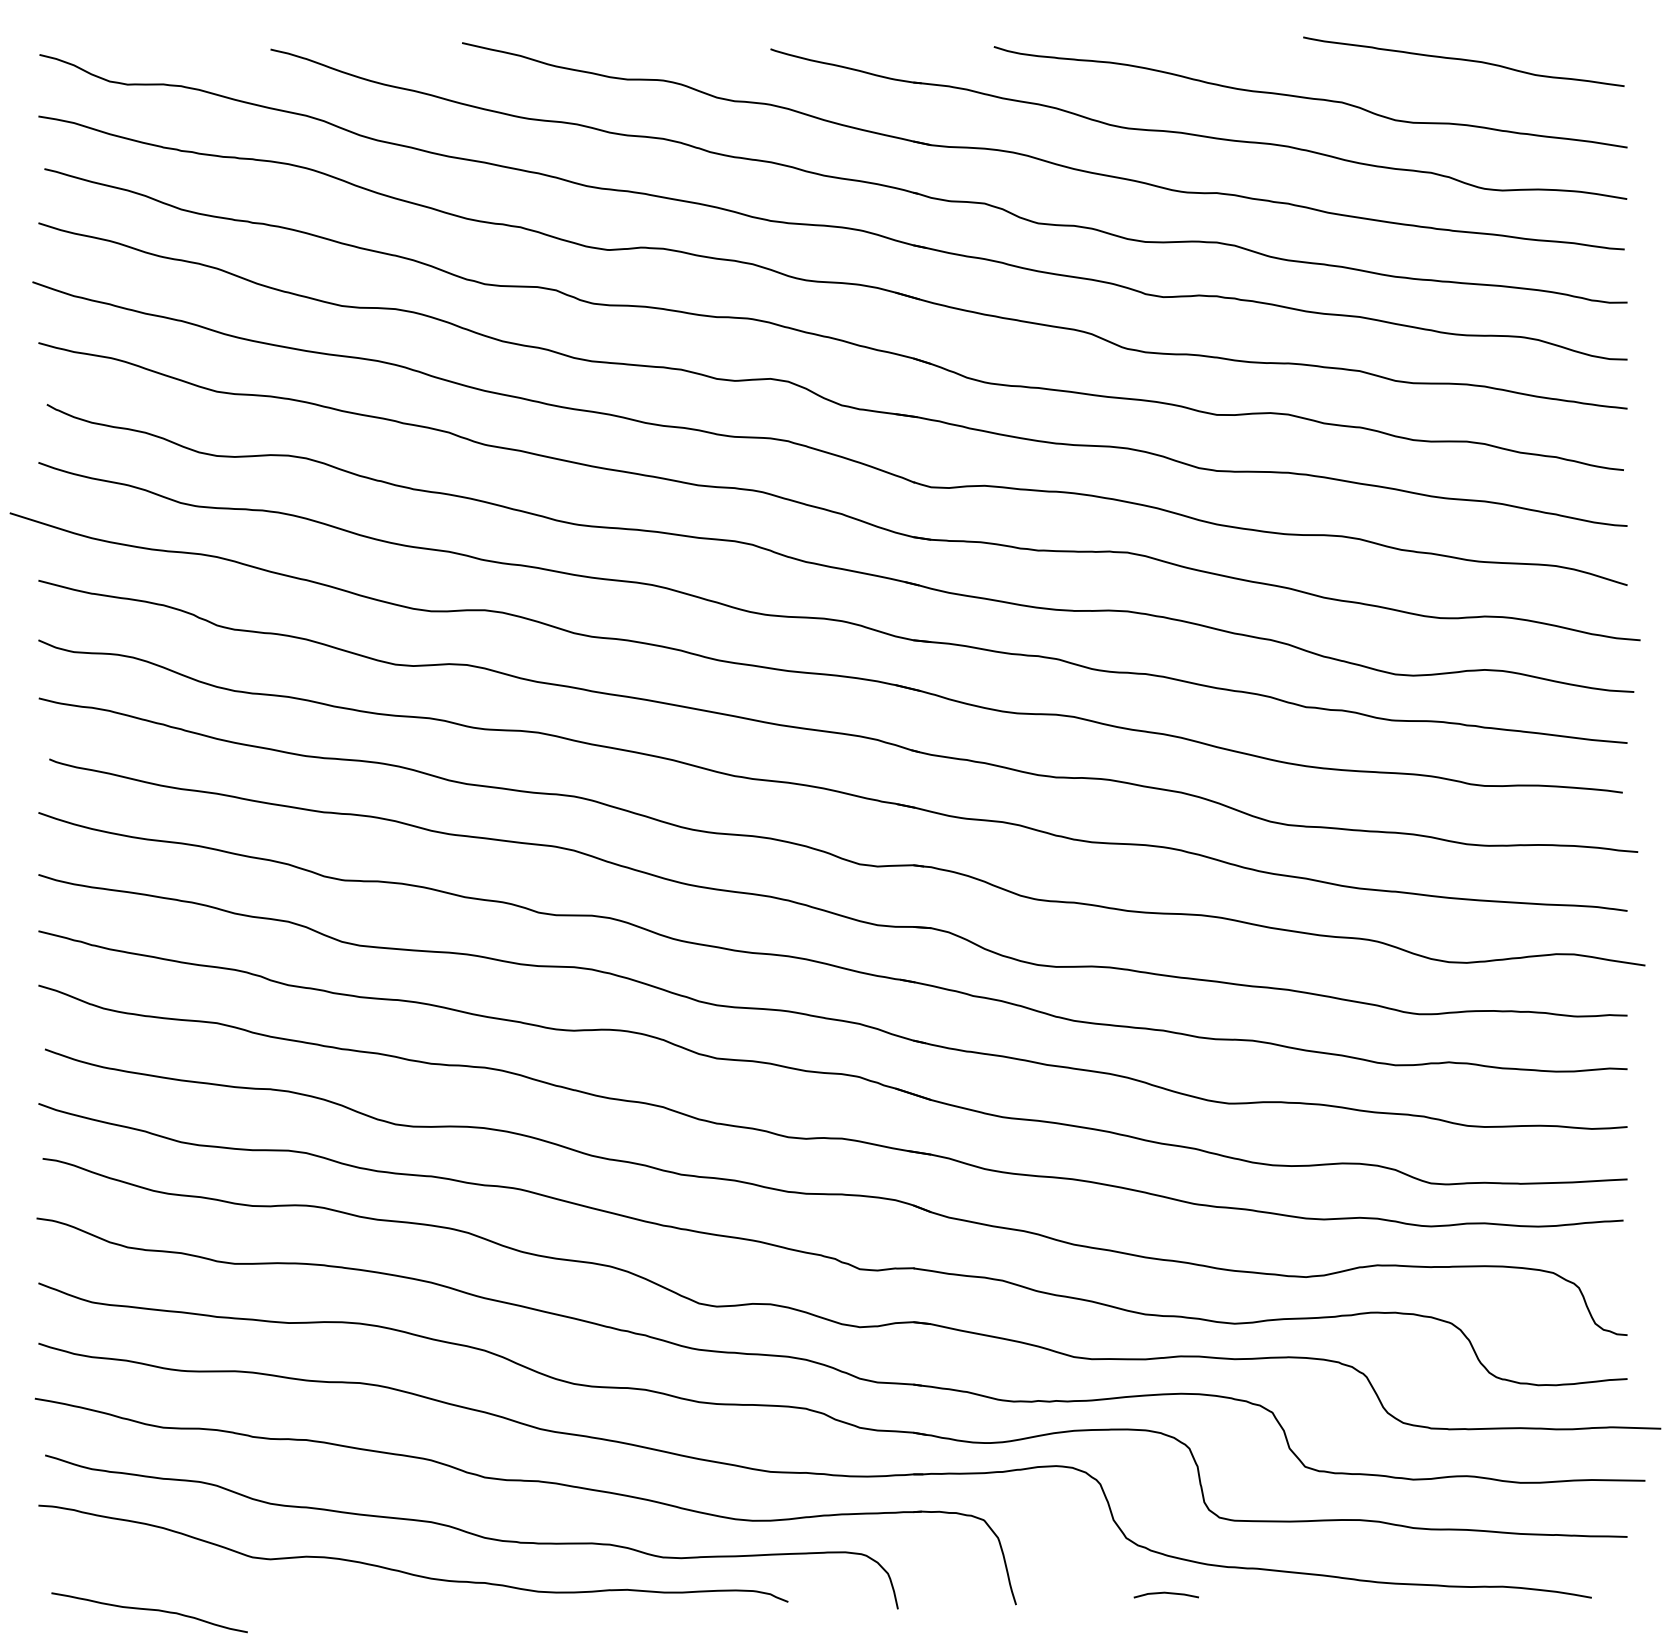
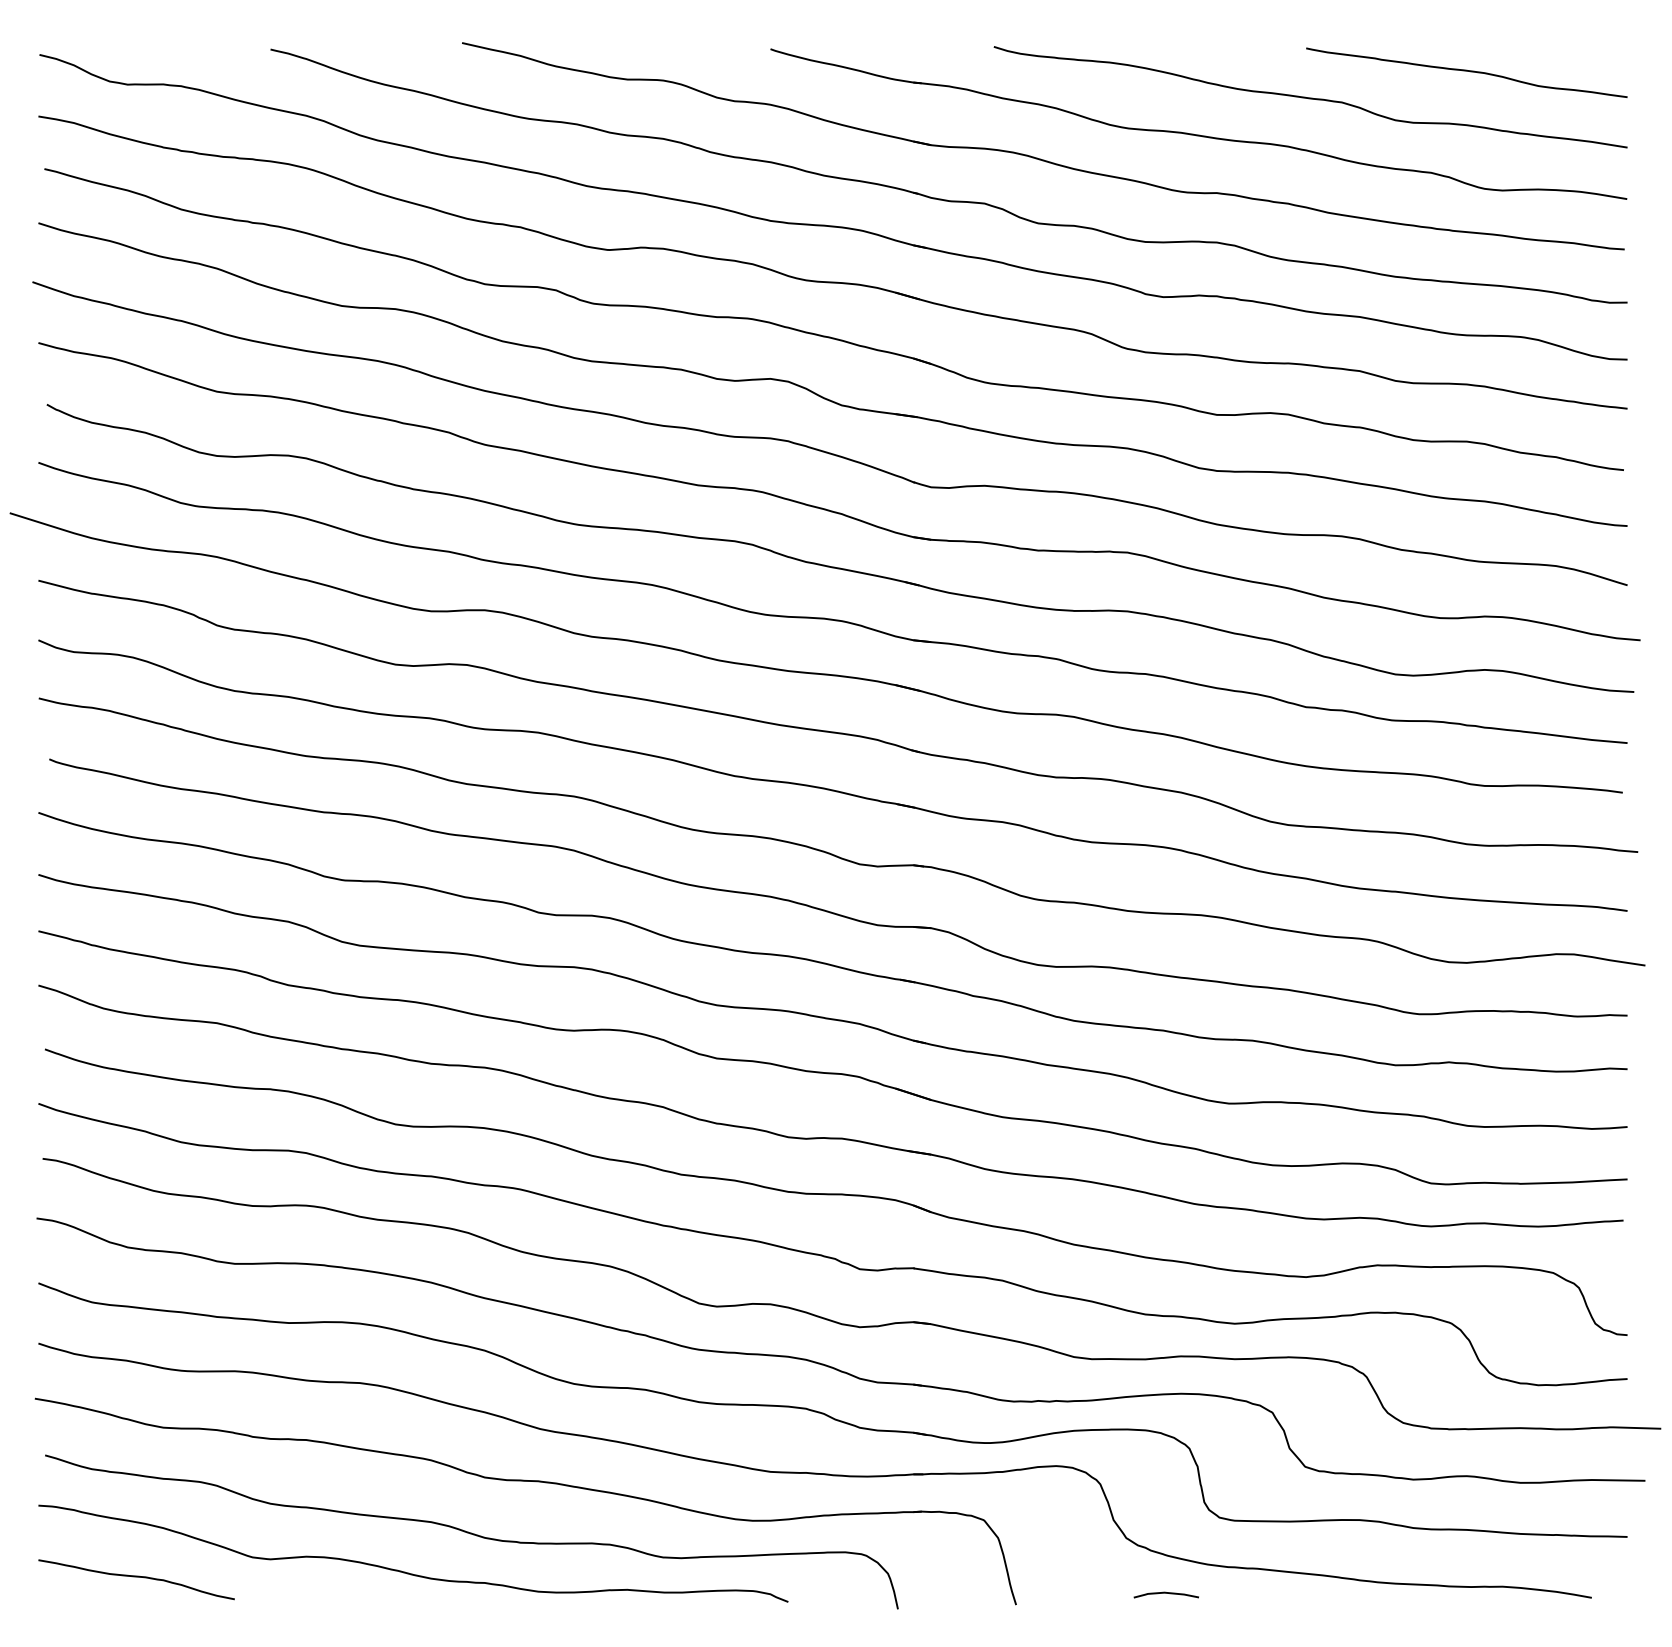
curve at (1463, 60) position: (1463, 60) -> (1466, 71)
curve at (149, 1610) position: (149, 1610) -> (136, 1577)
